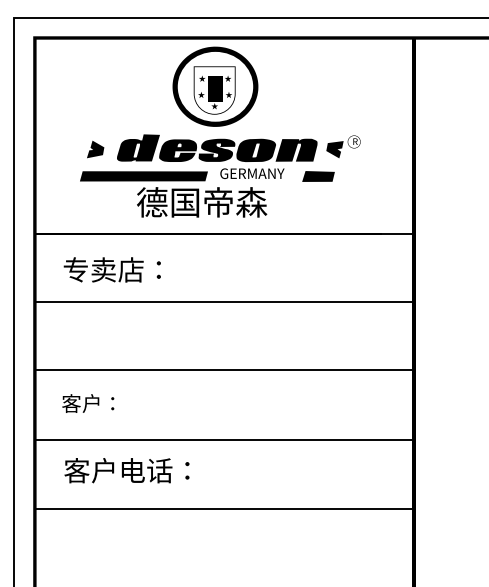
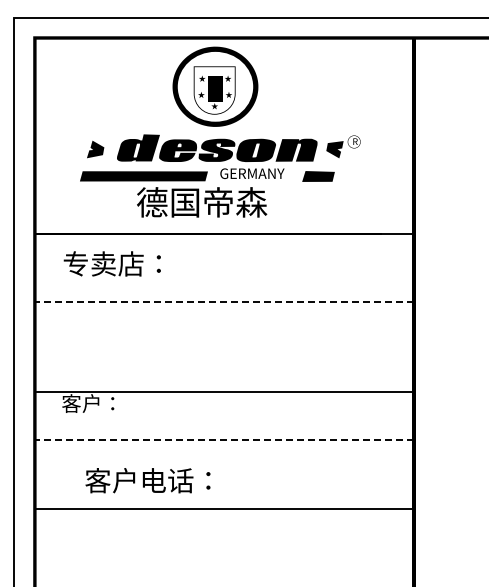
text at (111, 269) position: (111, 269) -> (111, 263)
line at (224, 301): solid -> dashed
line at (225, 369) position: (225, 369) -> (225, 391)
line at (224, 439): solid -> dashed
text at (126, 470) position: (126, 470) -> (147, 480)
